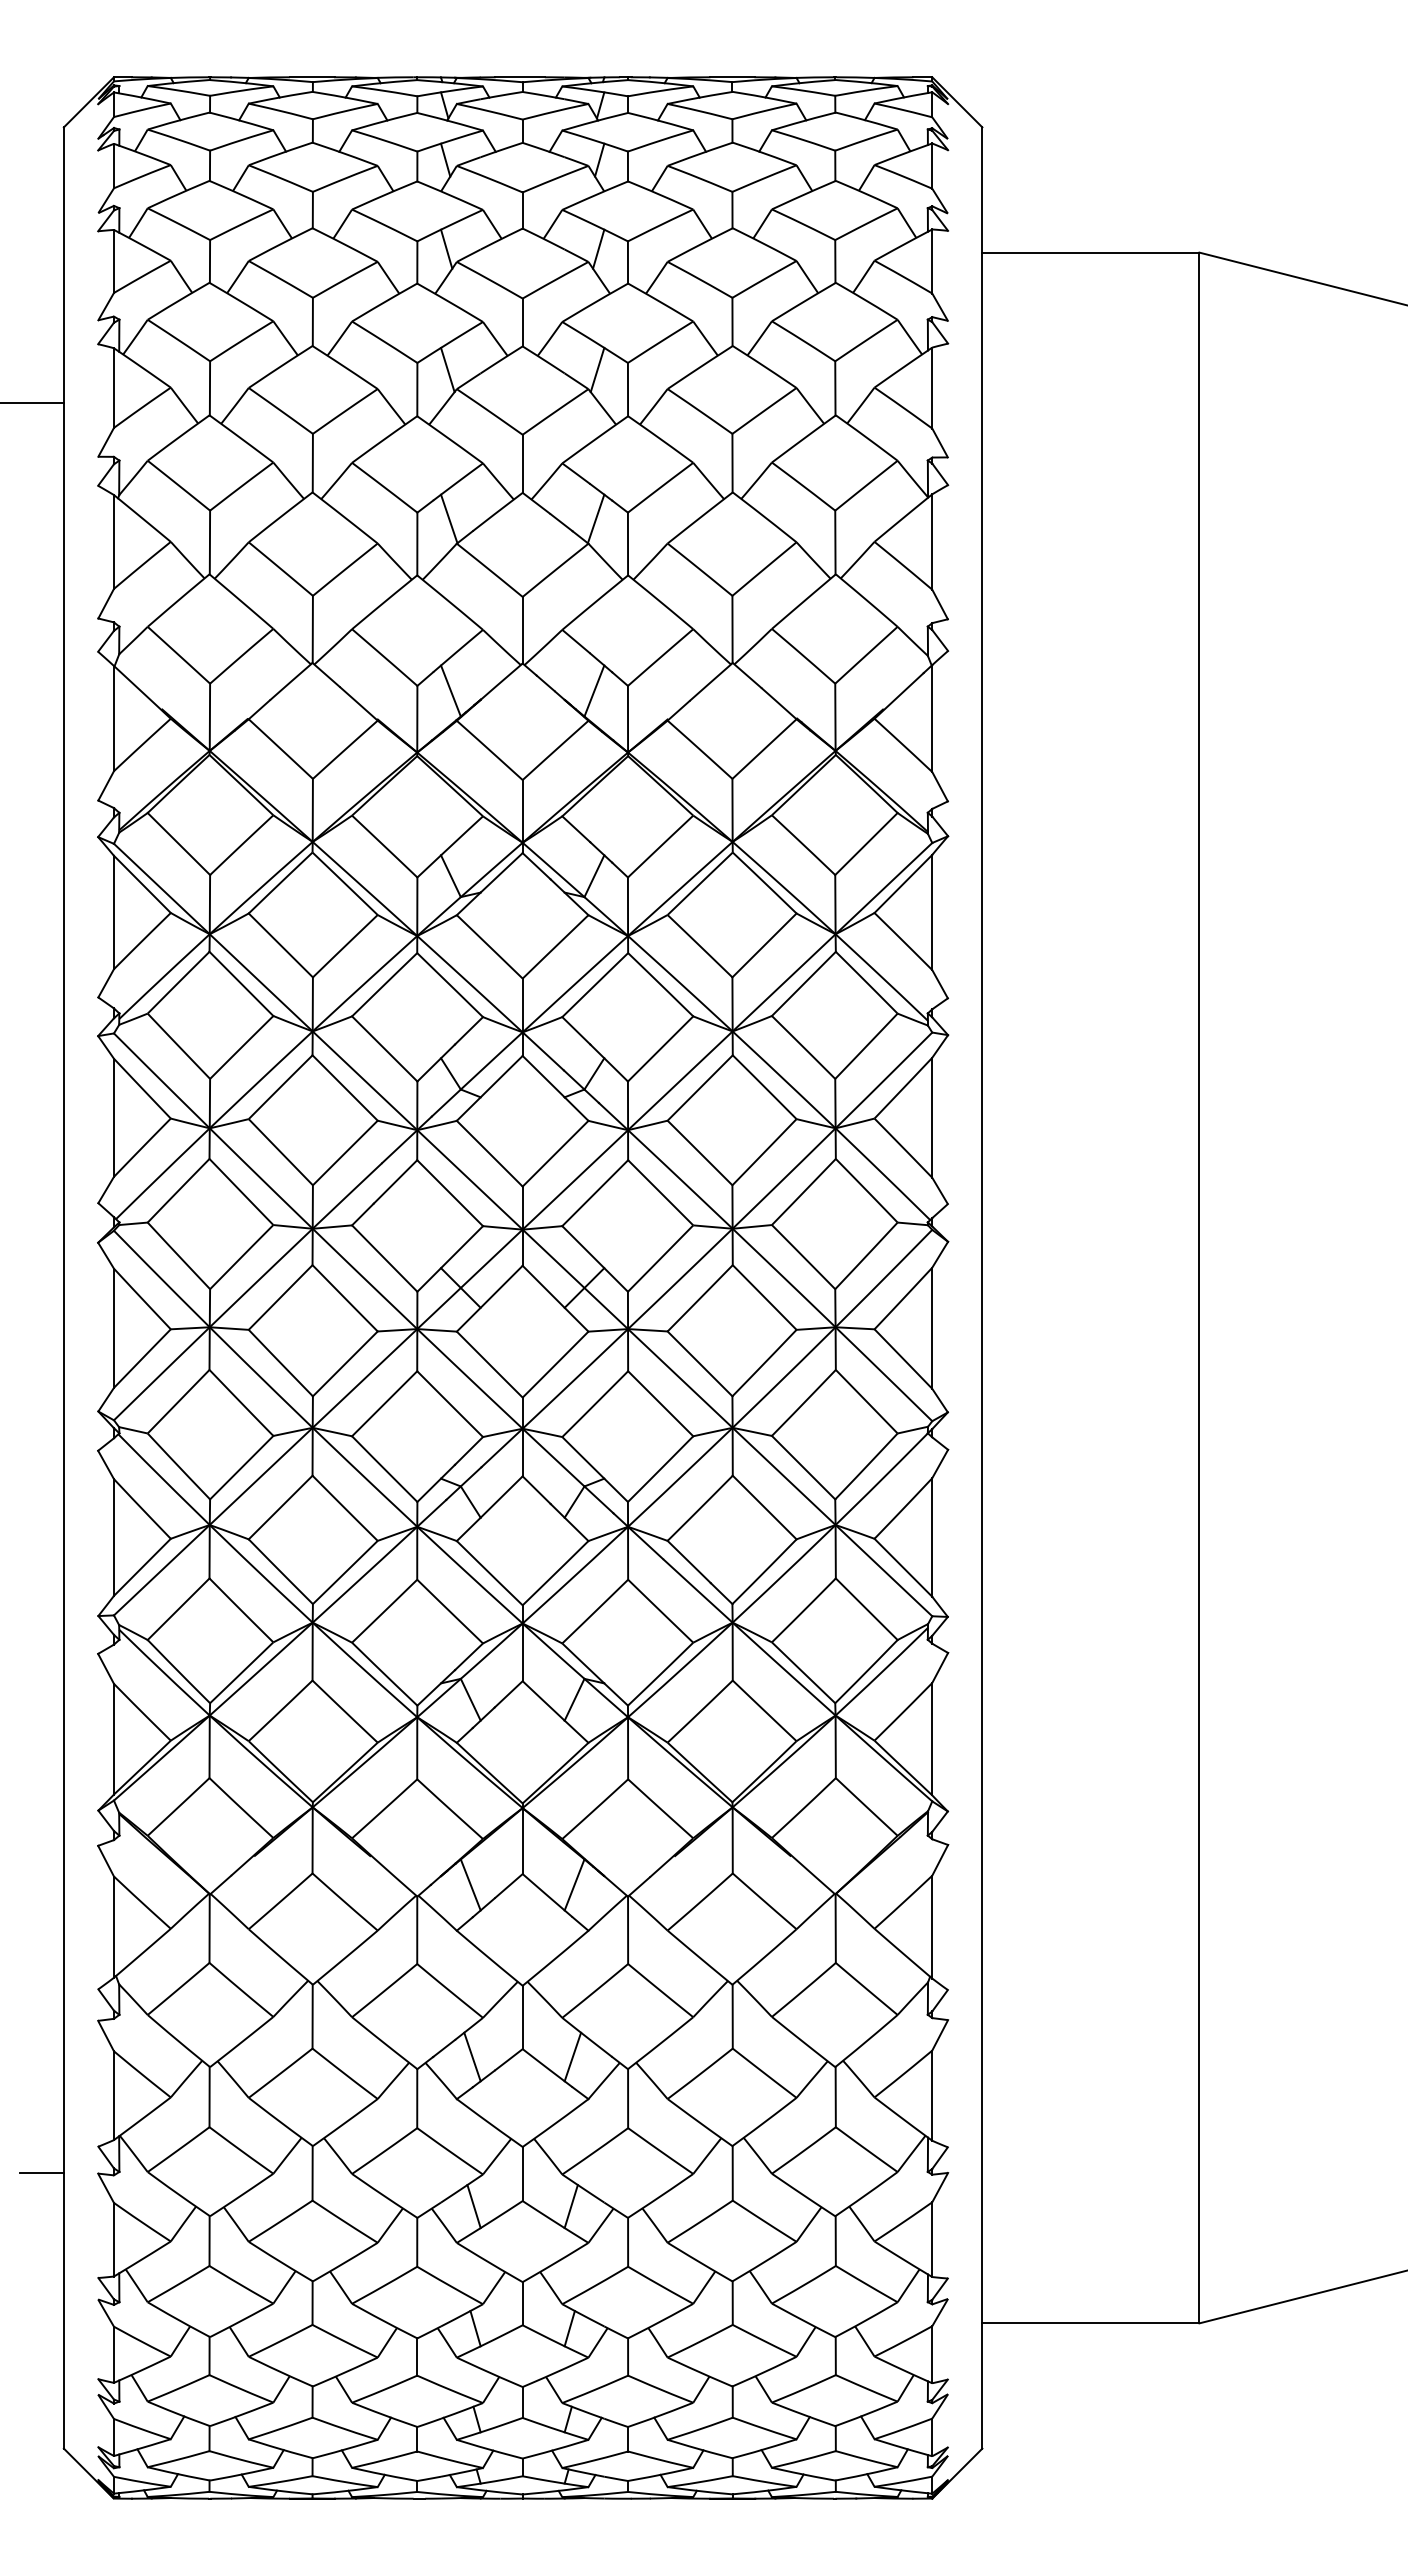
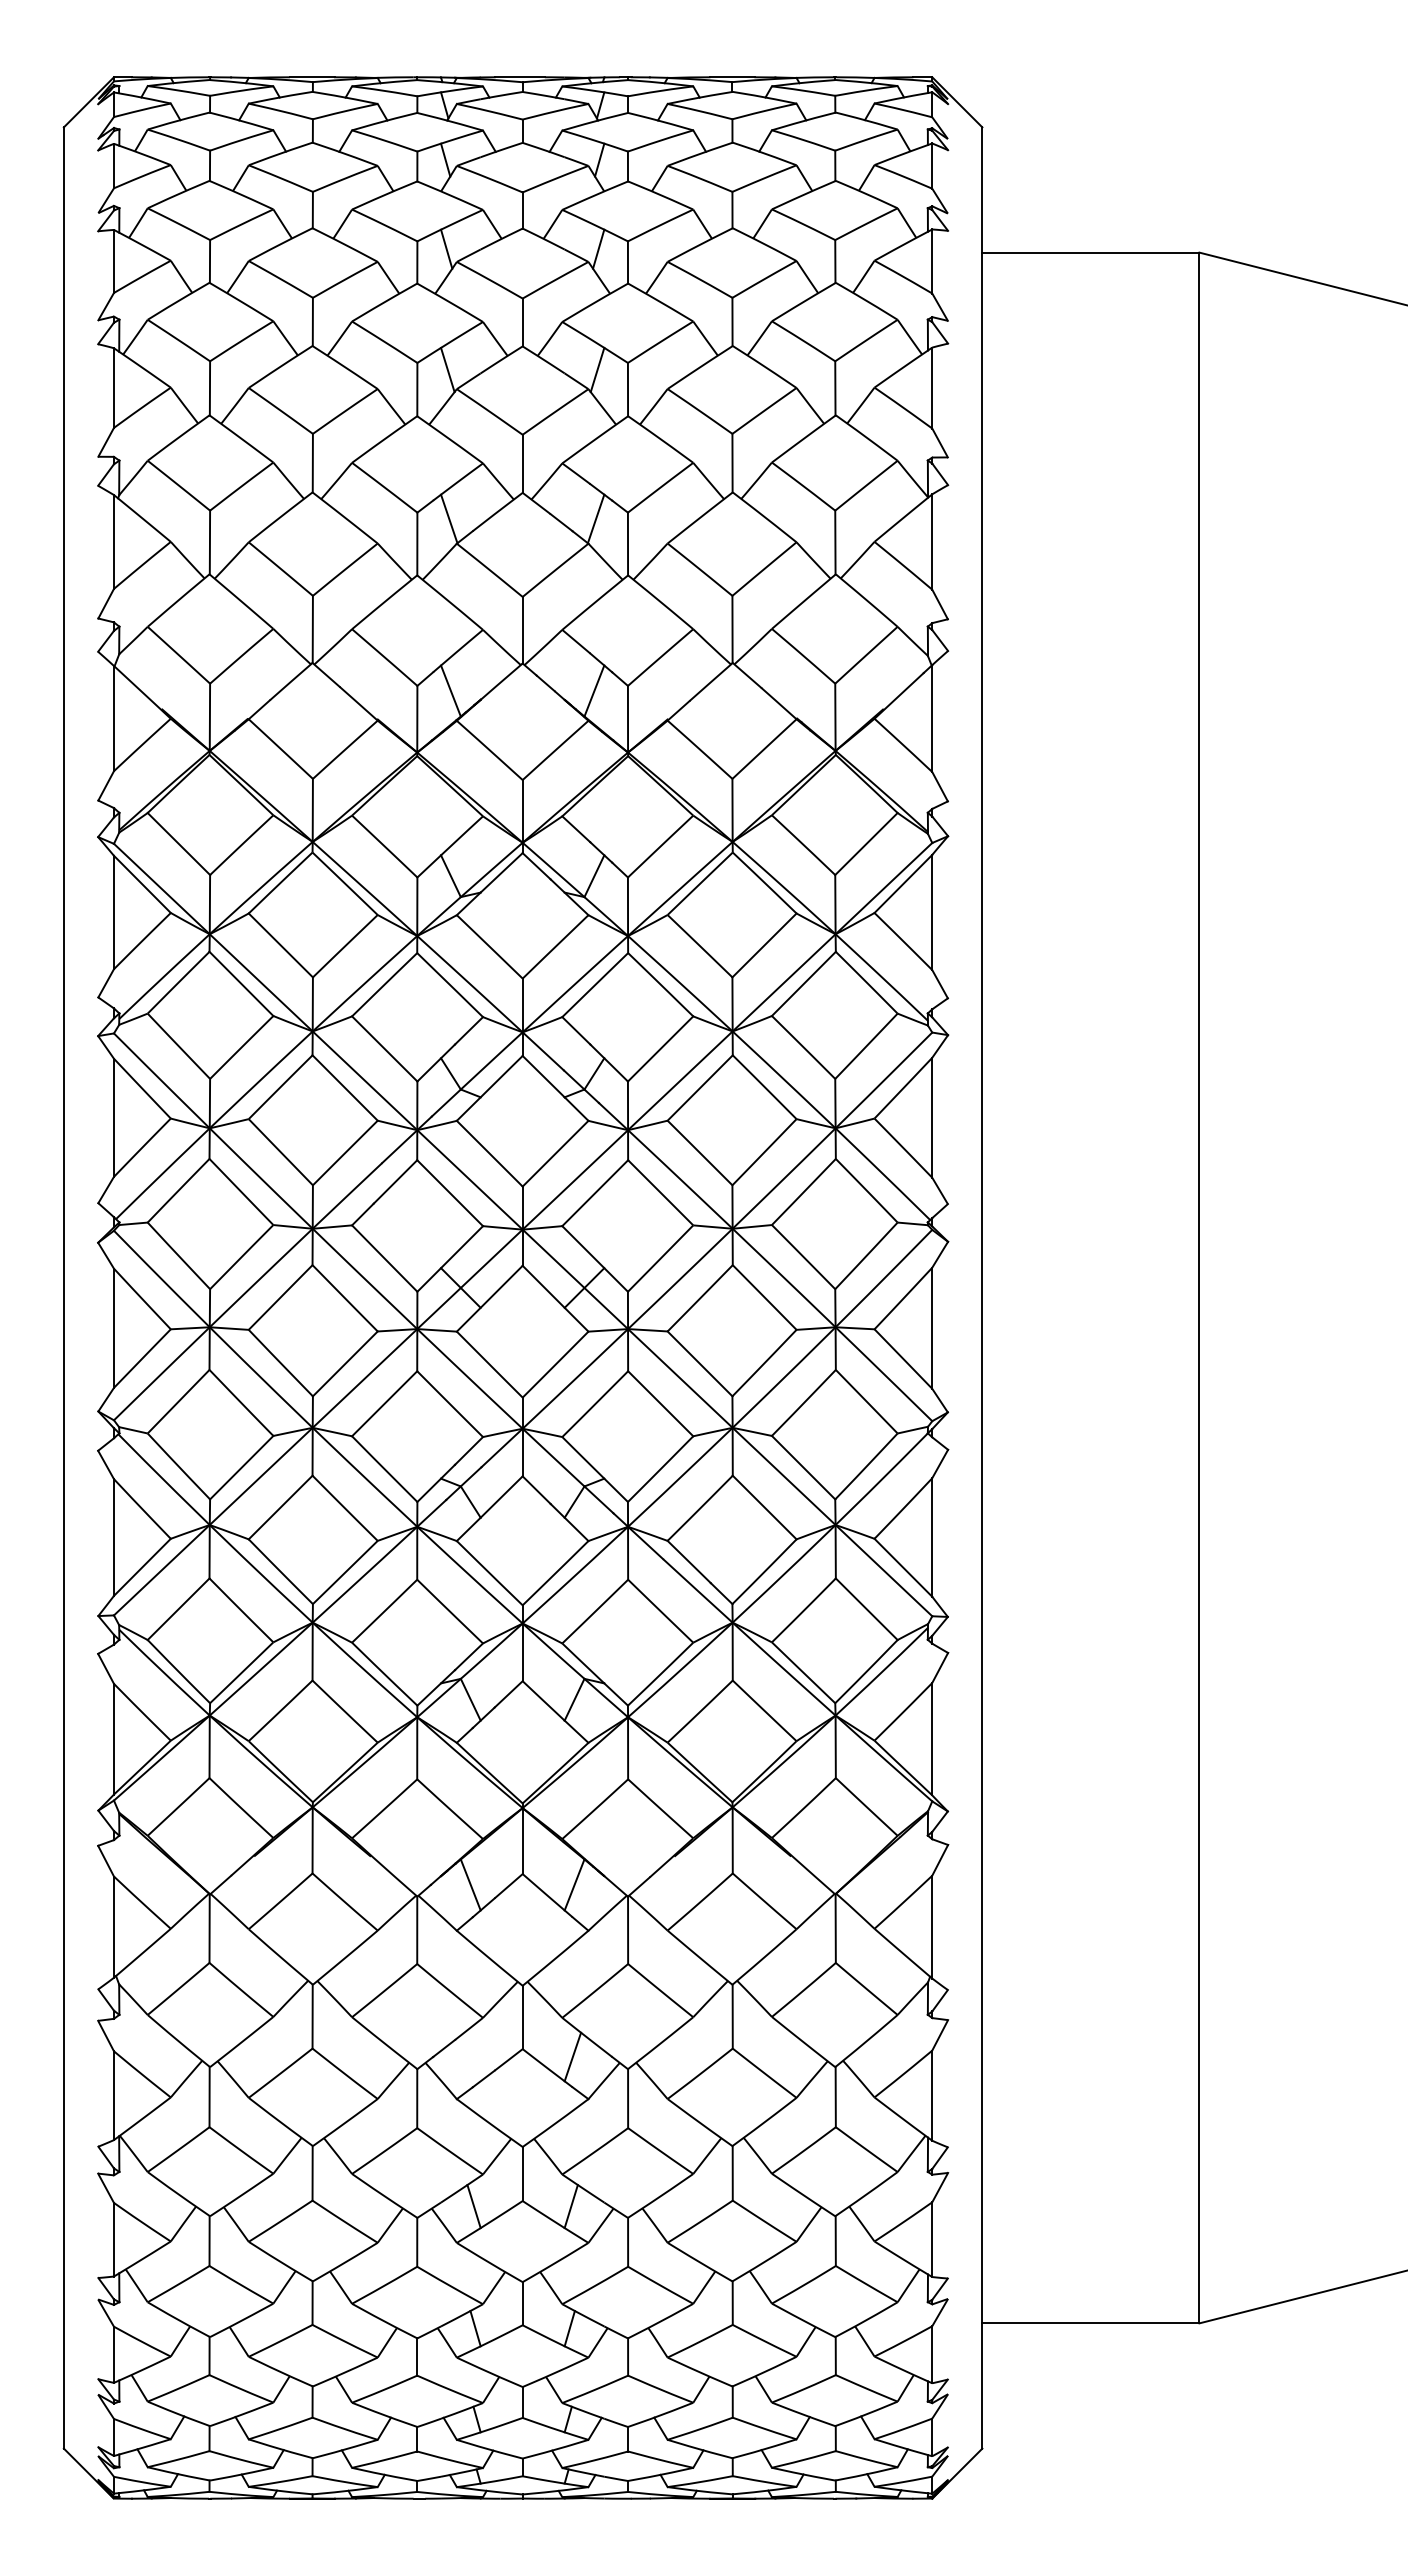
line at (32, 402): present -> none
line at (472, 2056): present -> none
line at (41, 2173): present -> none
